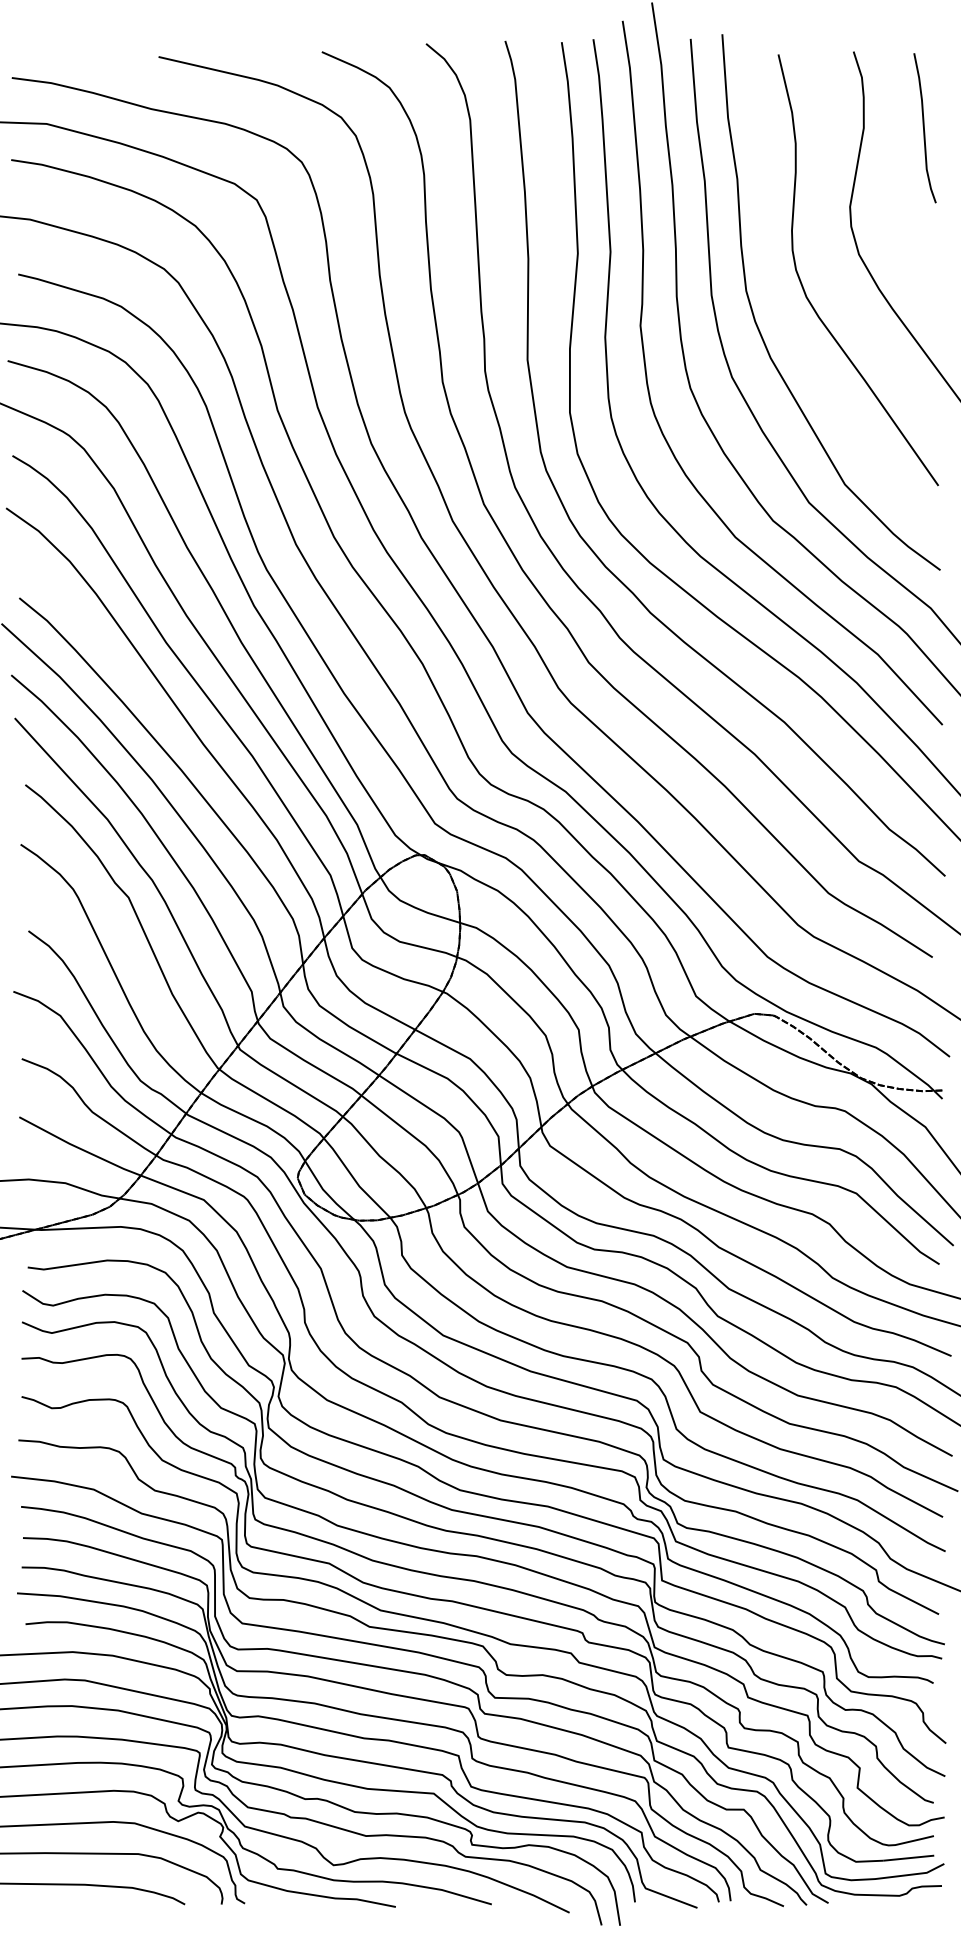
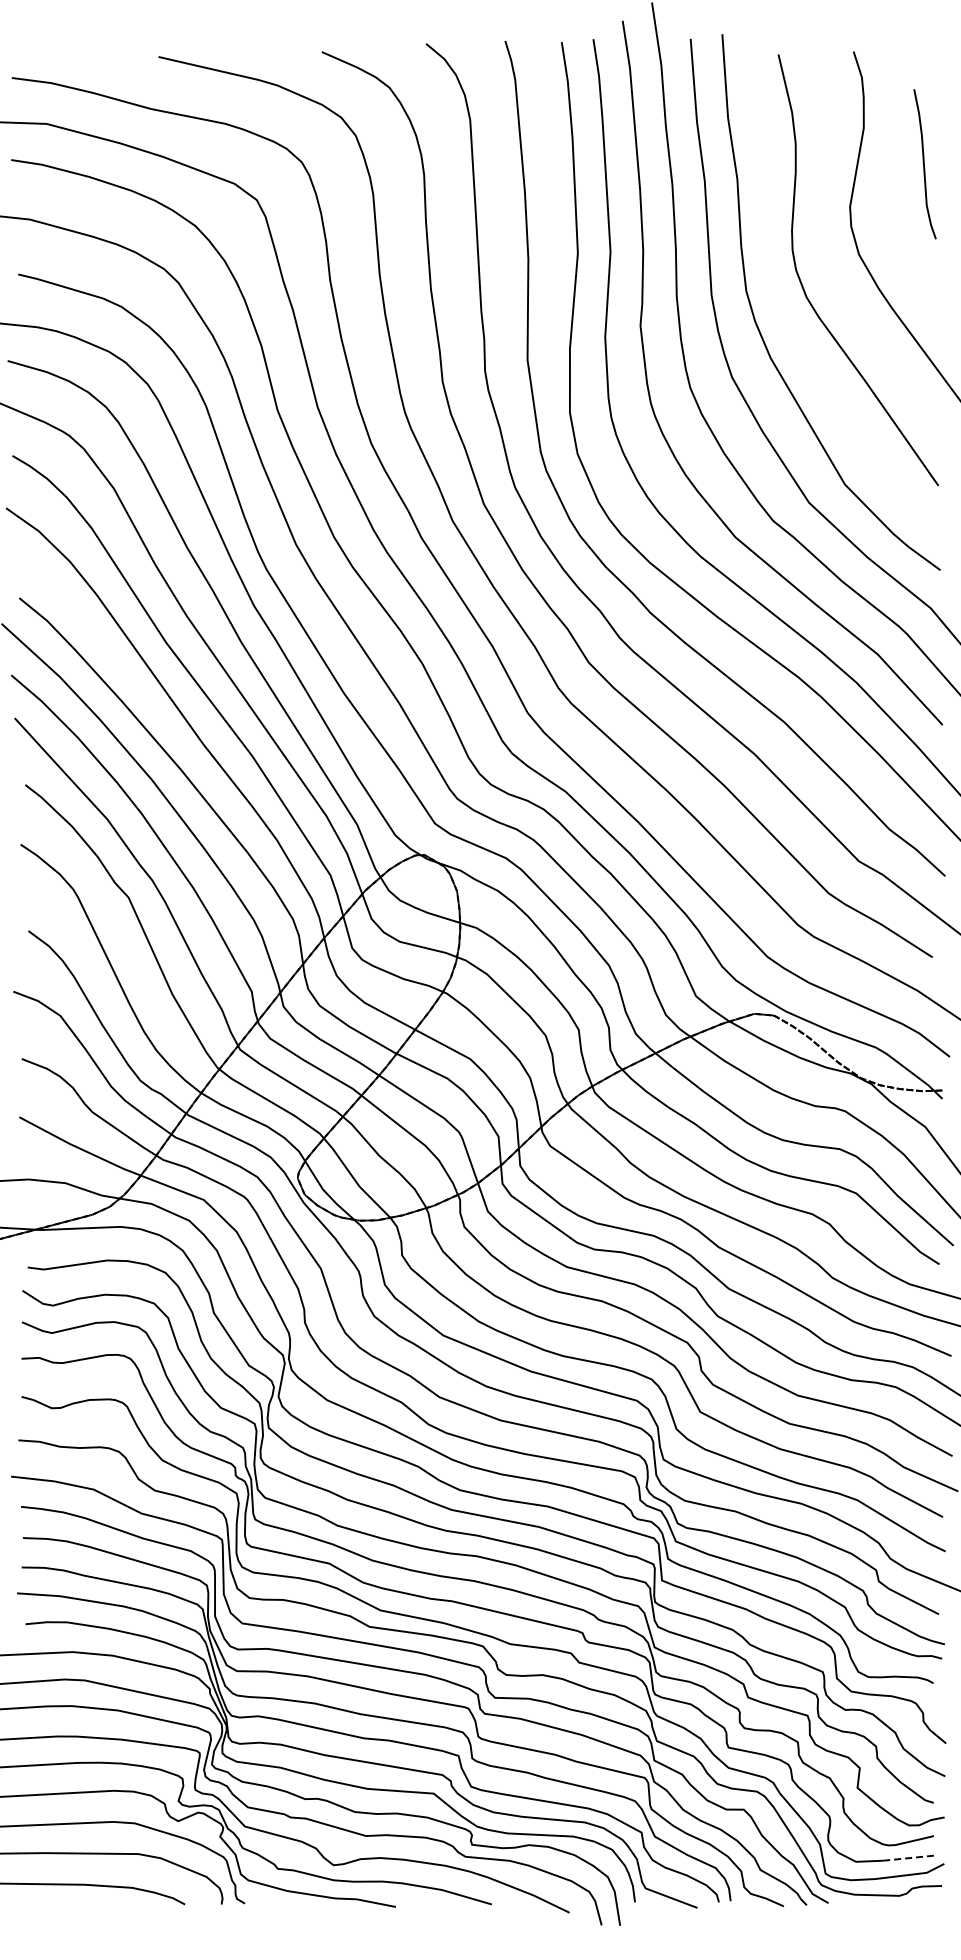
curve at (924, 128) position: (924, 128) -> (924, 164)
line at (908, 1858): solid -> dashed
